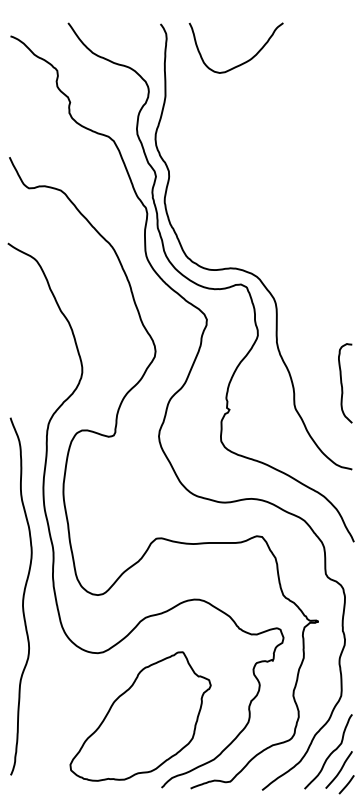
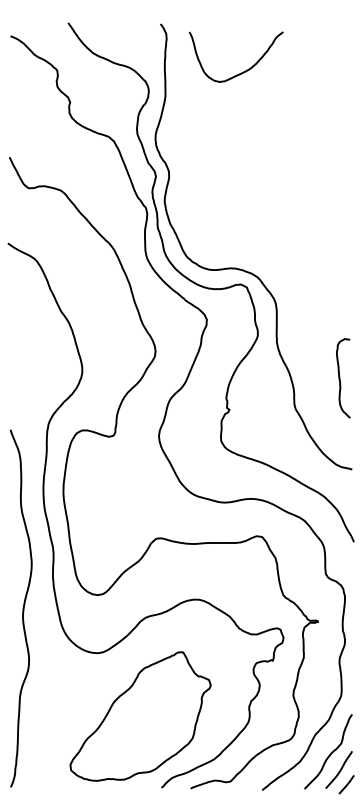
curve at (243, 62) position: (243, 62) -> (243, 71)
curve at (342, 383) position: (342, 383) -> (340, 378)
curve at (22, 596) position: (22, 596) -> (22, 608)
